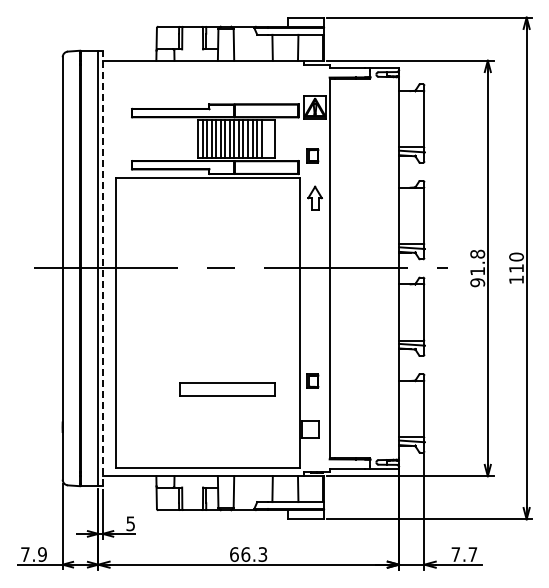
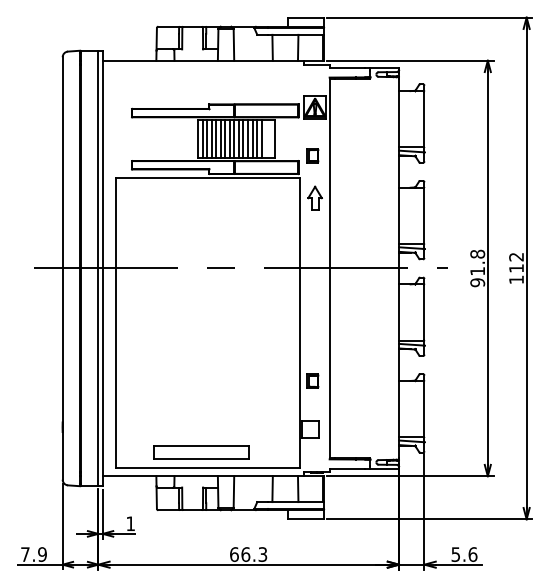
text at (516, 256): 110 -> 112
line at (102, 268): dashed -> solid
part at (227, 389) position: (227, 389) -> (201, 452)
text at (130, 523): 5 -> 1
text at (464, 554): 7.7 -> 5.6
